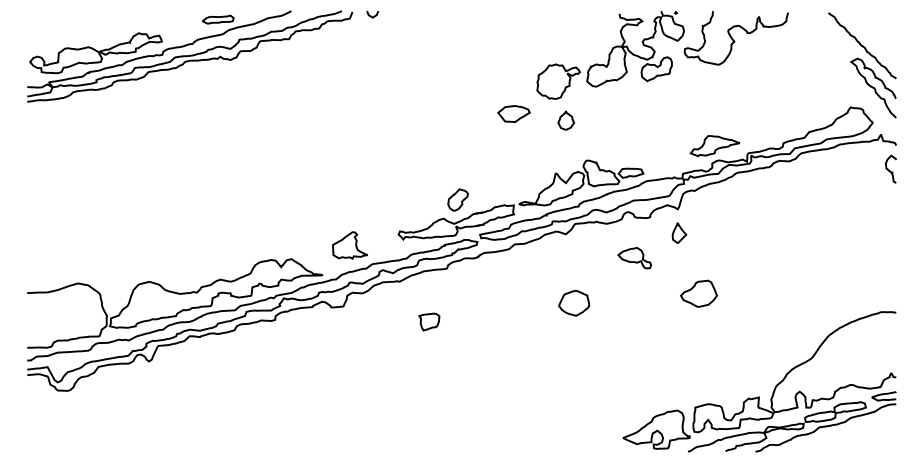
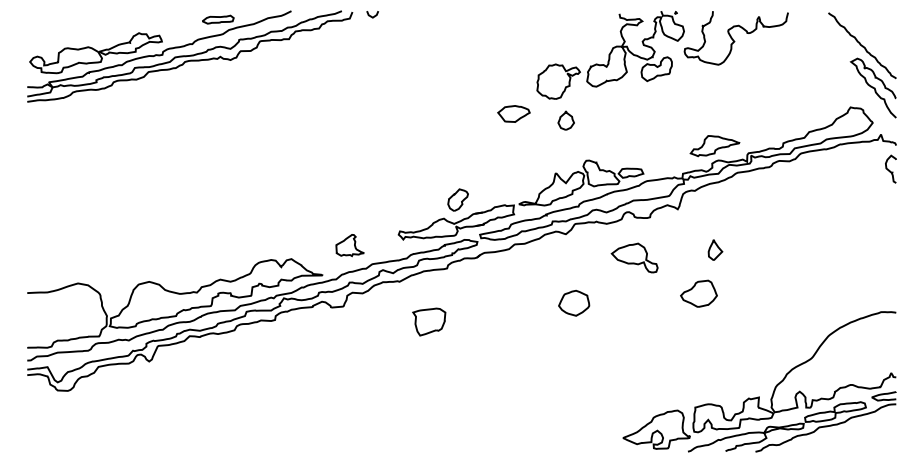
part at (679, 232) position: (679, 232) -> (715, 249)
part at (349, 245) size: 36x29 px -> 30x24 px
part at (634, 258) size: 35x23 px -> 49x32 px
part at (429, 321) size: 23x20 px -> 35x30 px
